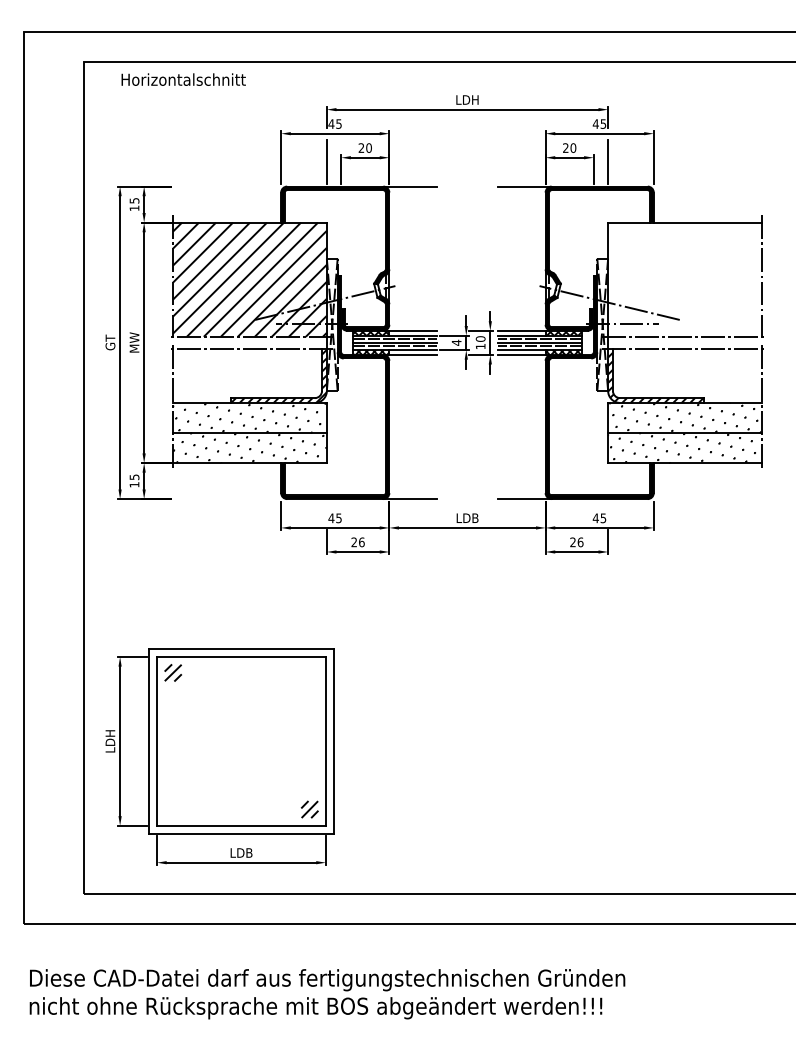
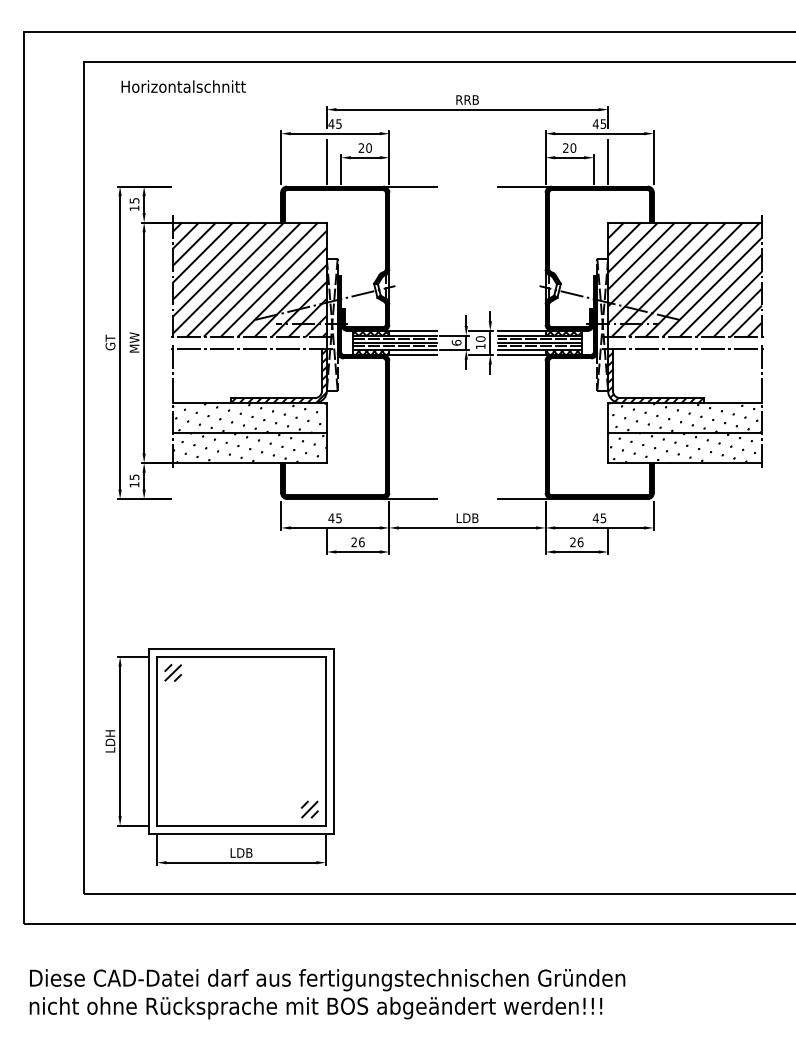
text at (183, 79) position: (183, 79) -> (183, 86)
text at (467, 99): LDH -> RRB
hatch at (684, 279): none -> present
text at (456, 342): 4 -> 6
